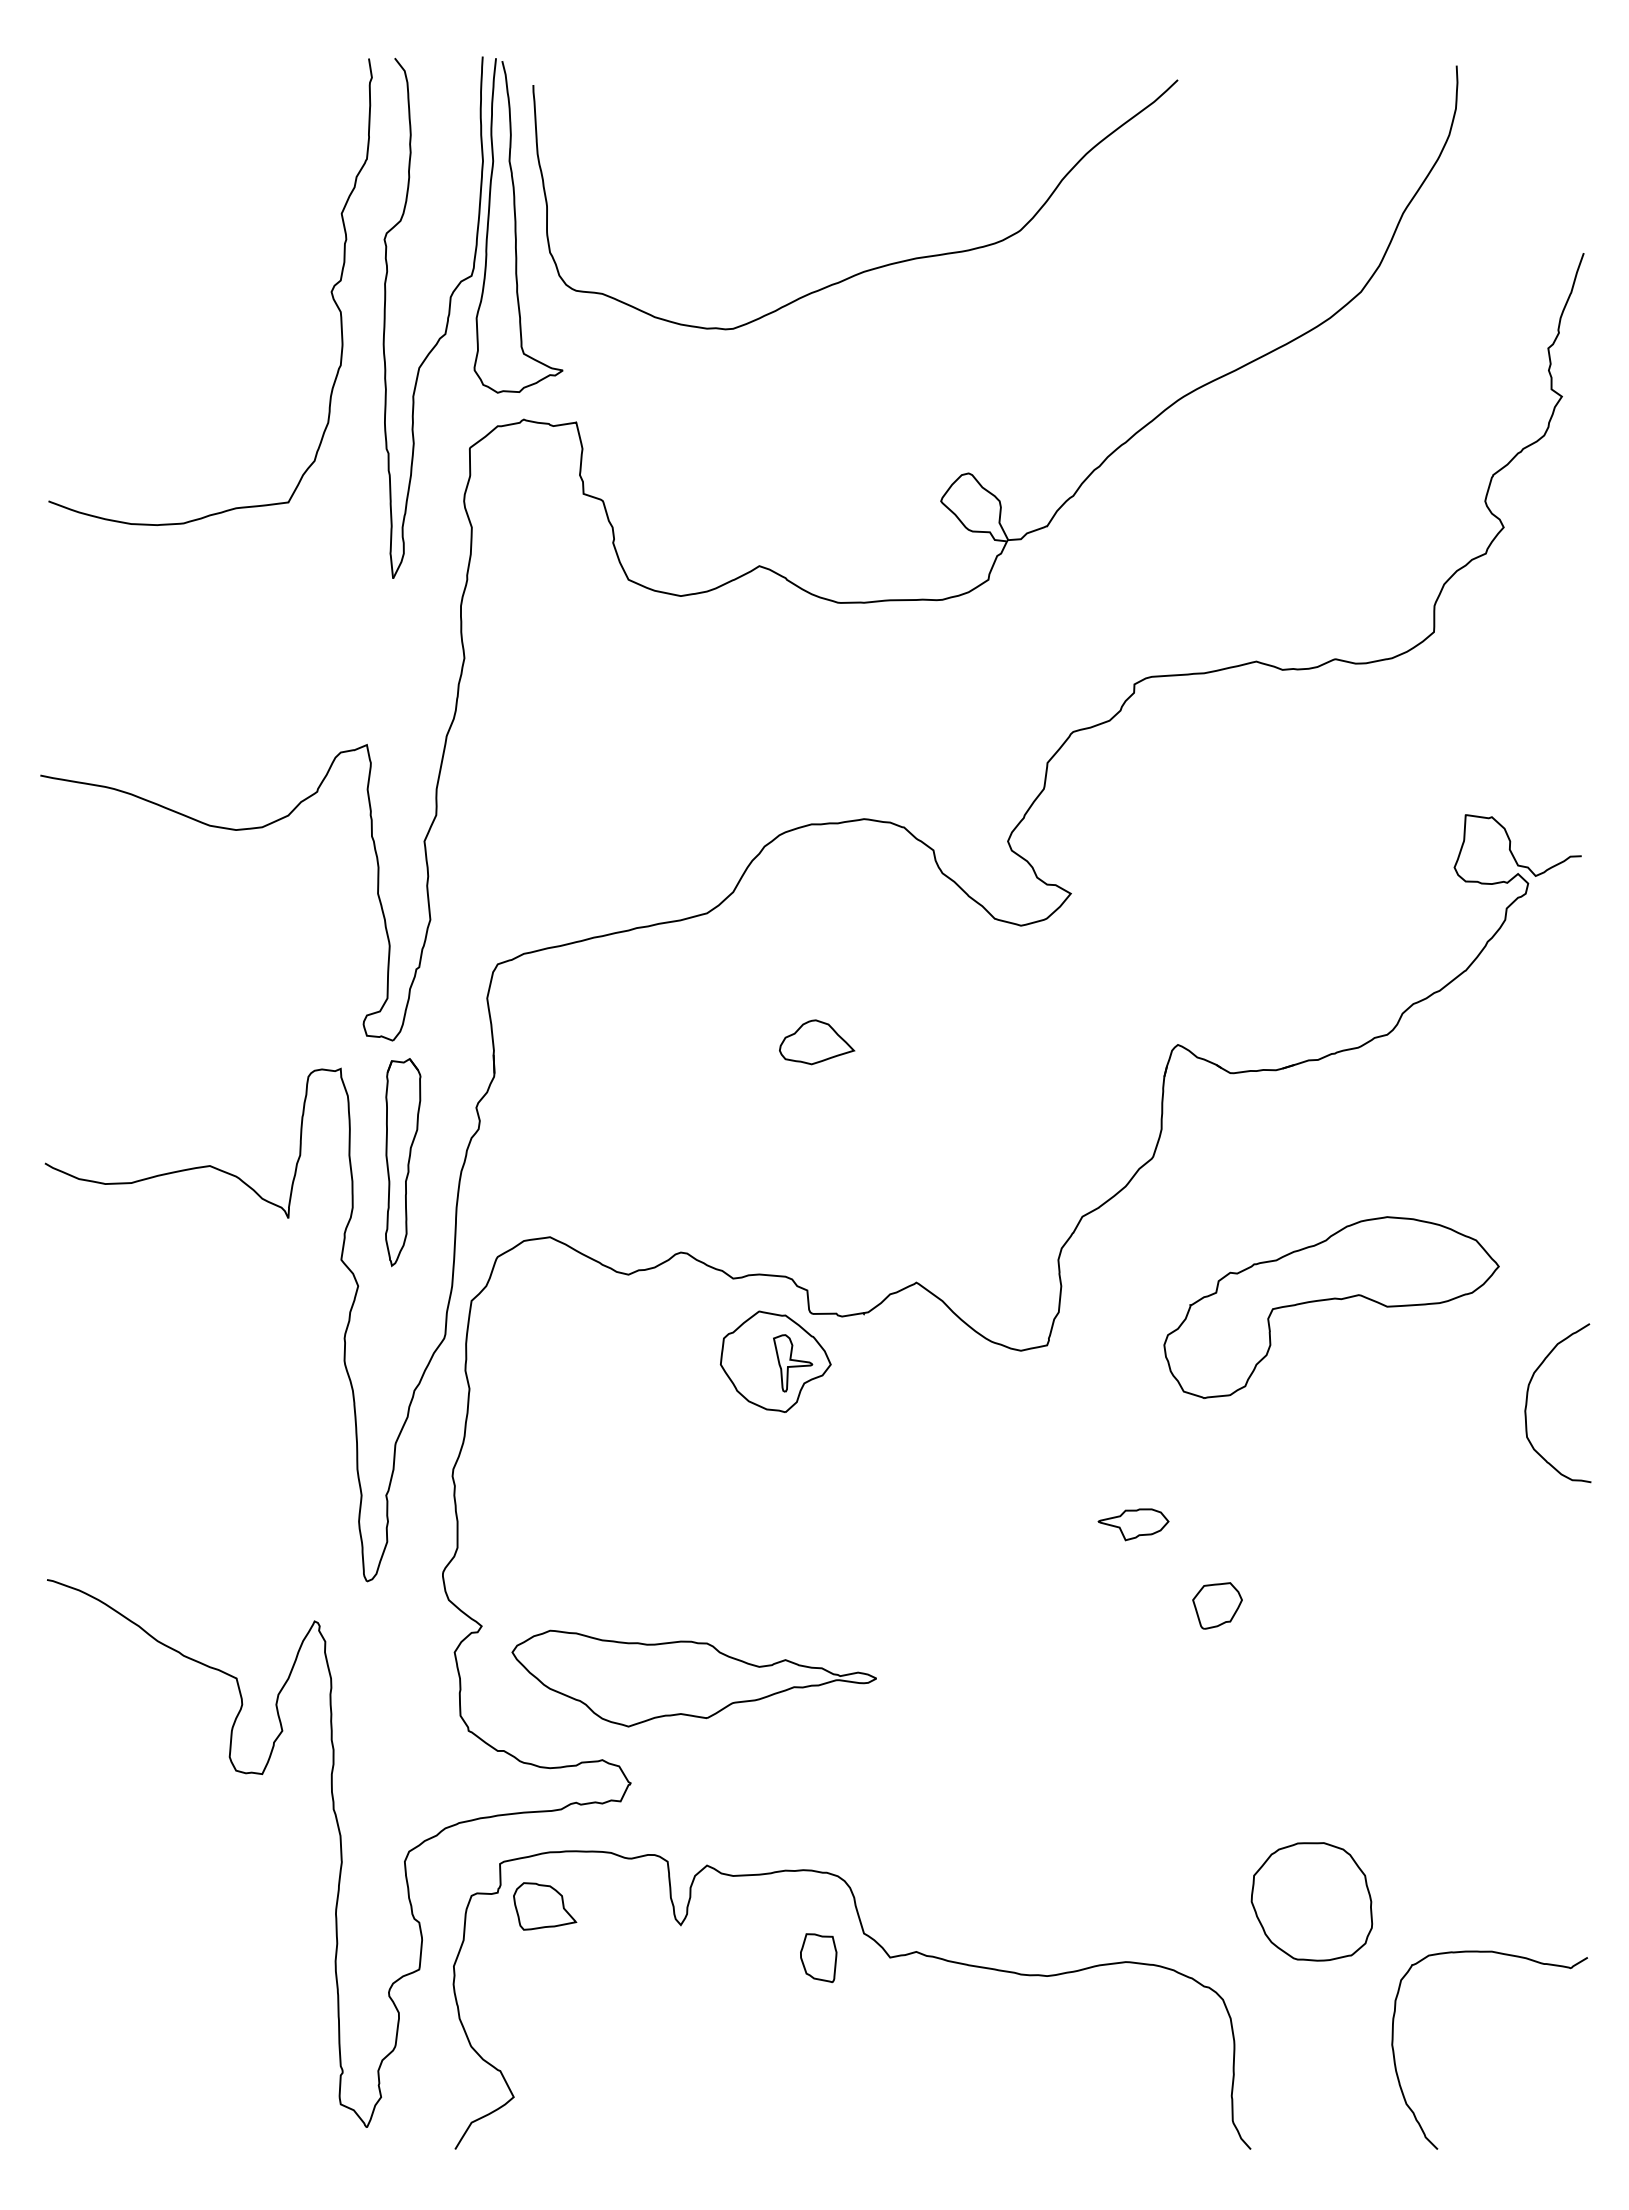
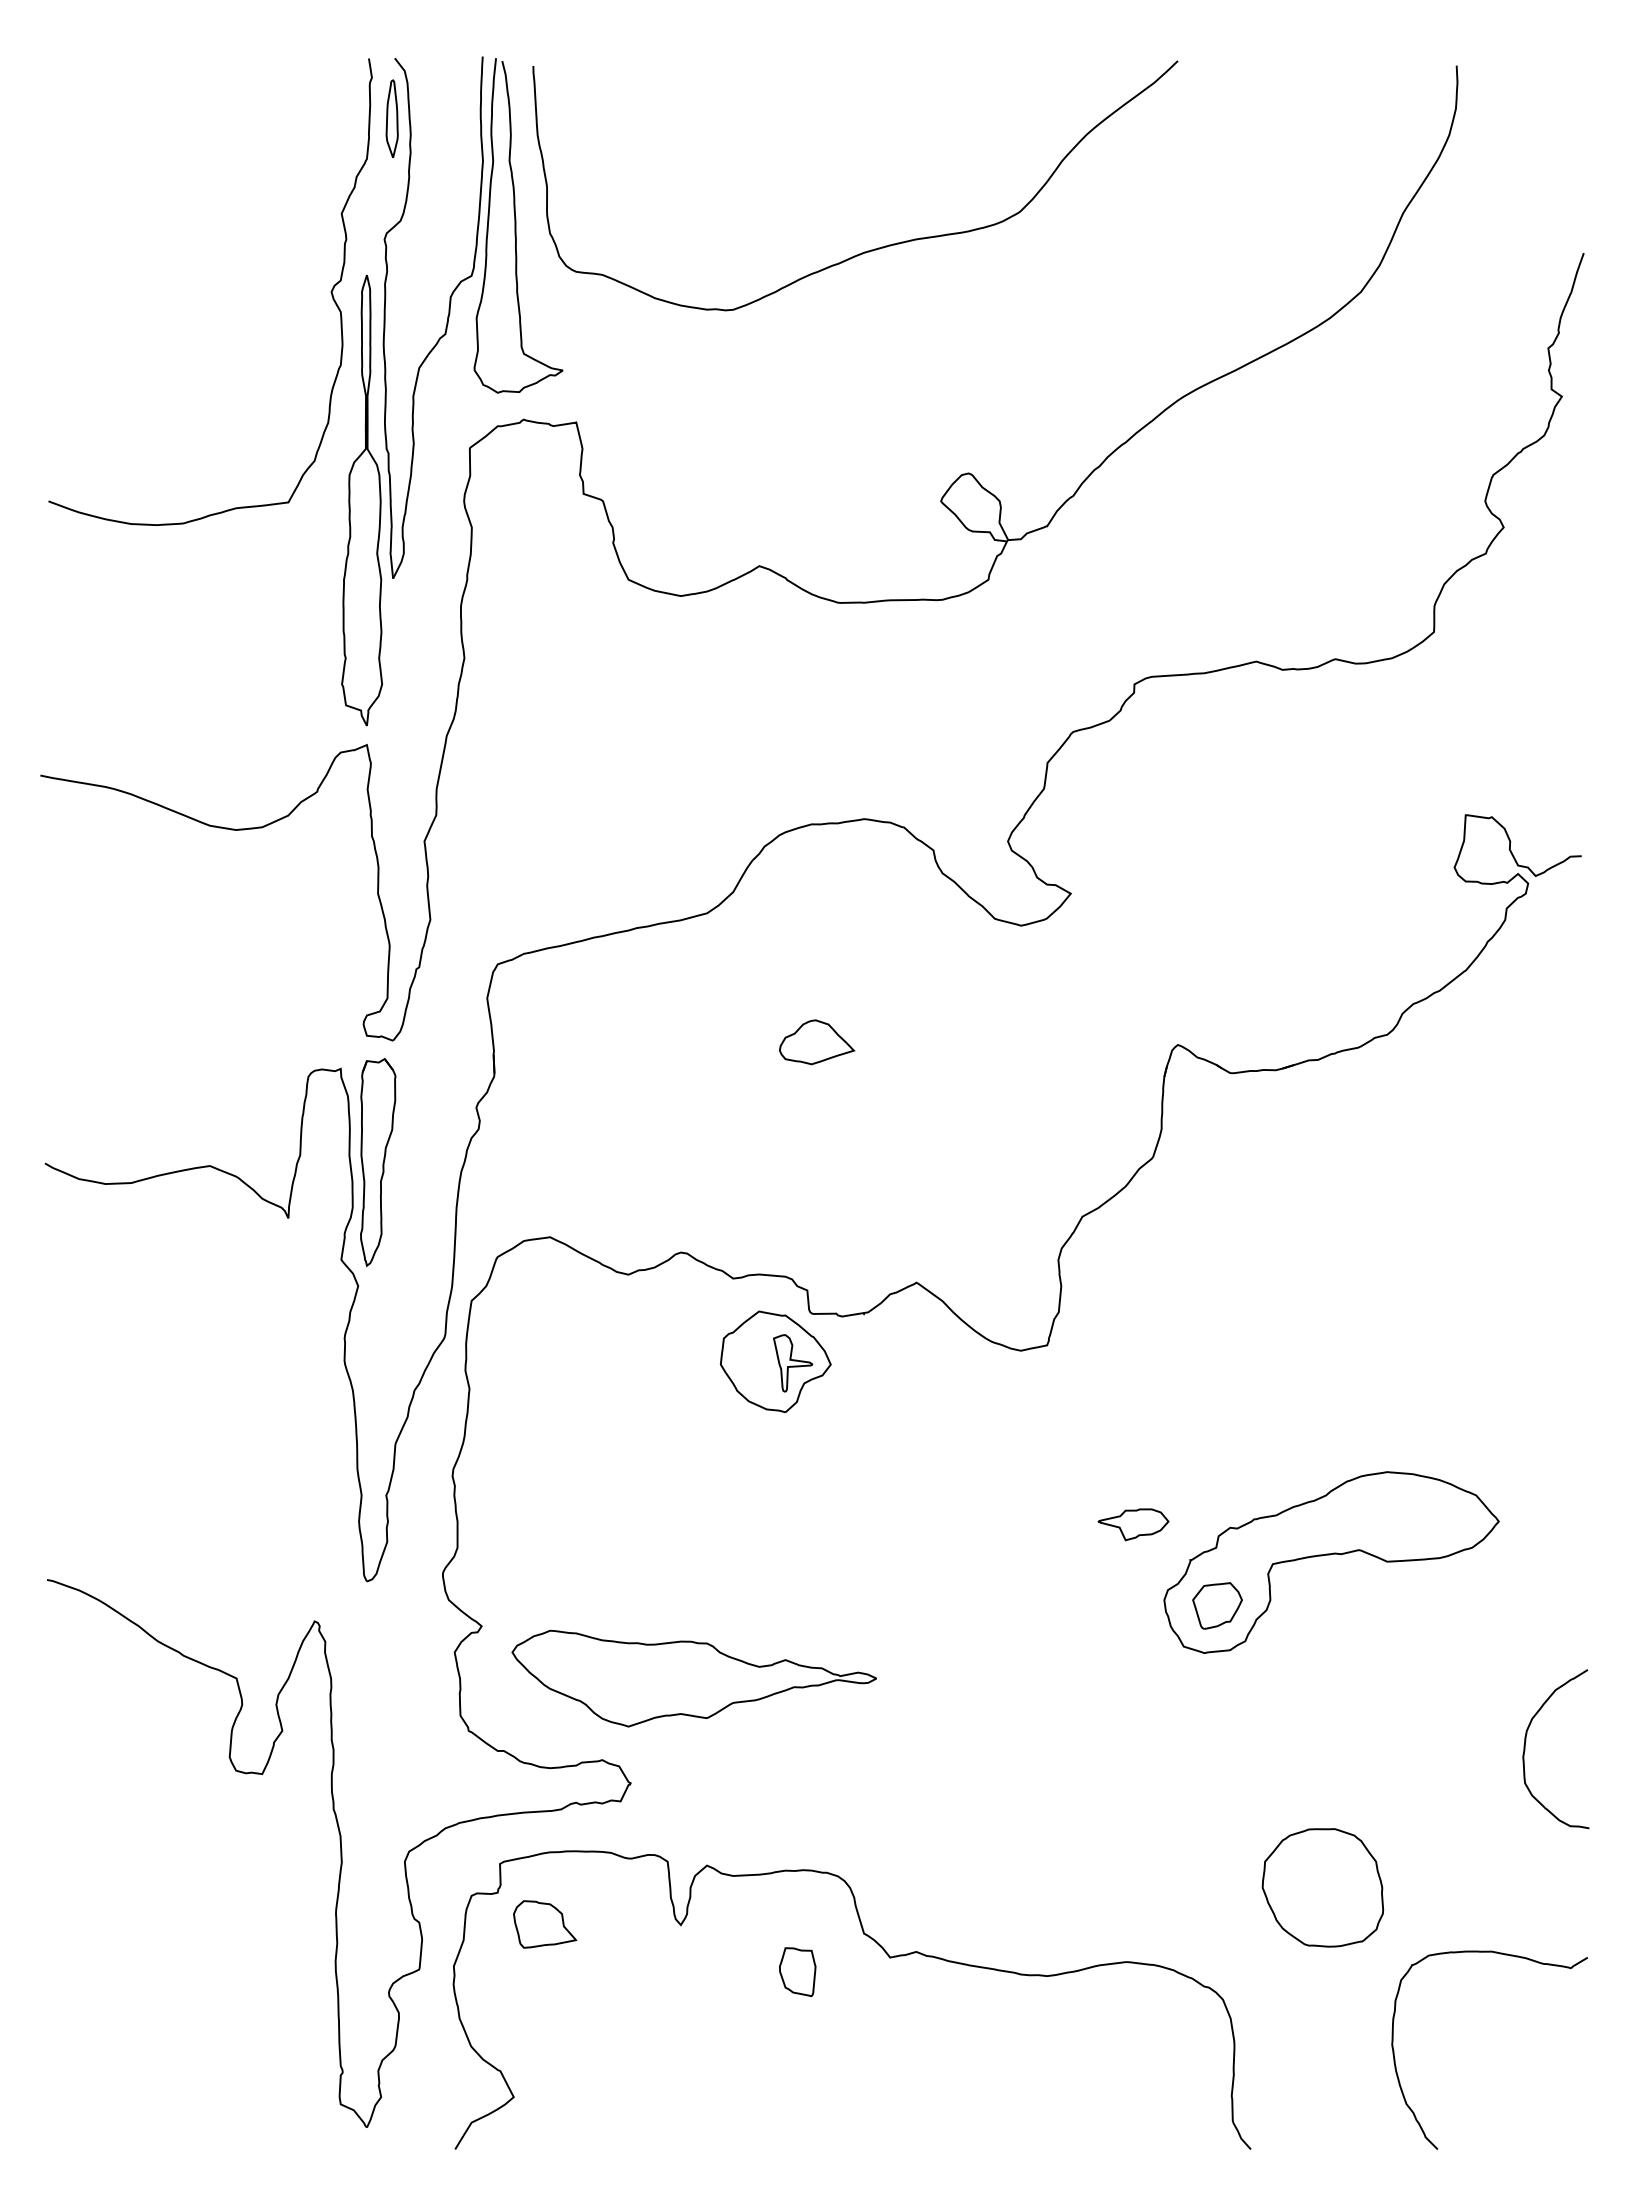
part at (391, 118): none -> present
curve at (874, 267) position: (874, 267) -> (874, 248)
part at (361, 500): none -> present
part at (403, 1162) position: (403, 1162) -> (378, 1162)
part at (1330, 1300) position: (1330, 1300) -> (1330, 1555)
curve at (1527, 1403) position: (1527, 1403) -> (1525, 1749)
part at (1311, 1901) position: (1311, 1901) -> (1322, 1887)
part at (545, 1906) position: (545, 1906) -> (545, 1924)
part at (818, 1958) position: (818, 1958) -> (797, 1972)
